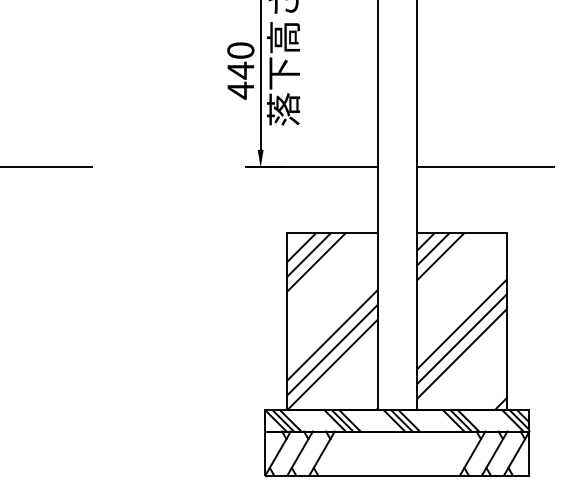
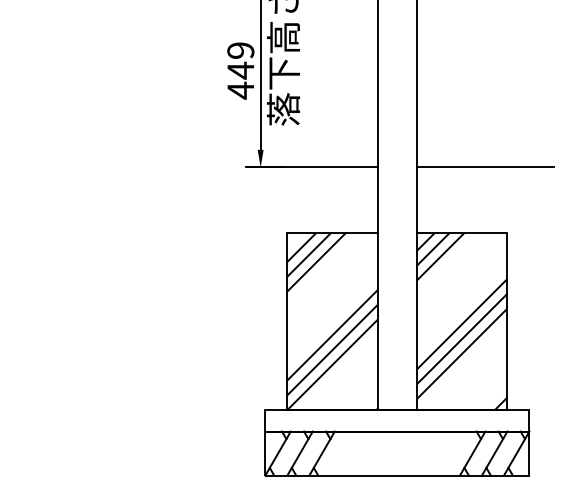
text at (240, 50): 440 -> 449
line at (46, 167): present -> none
hatch at (397, 420): present -> none
